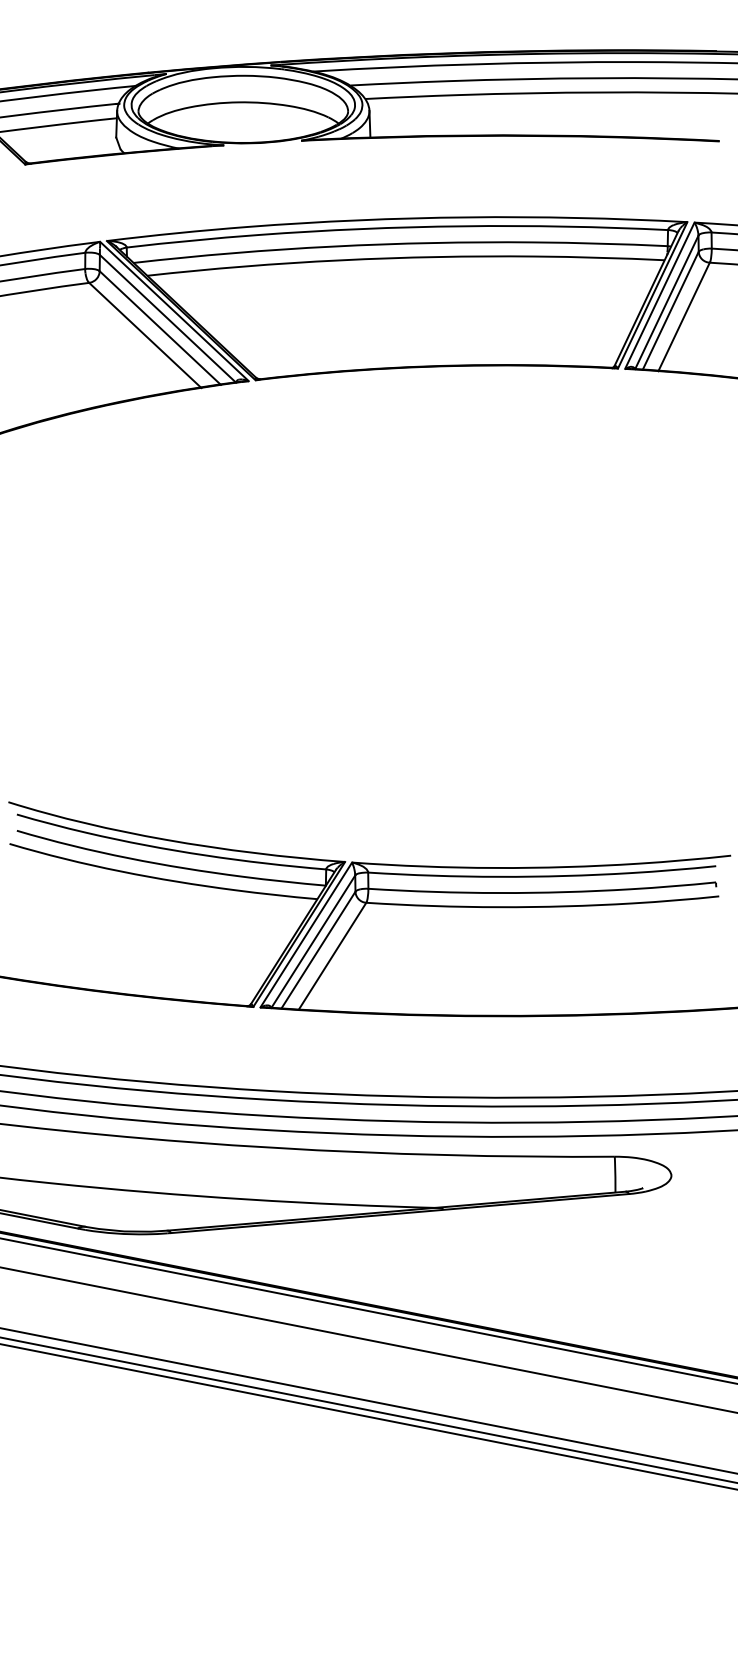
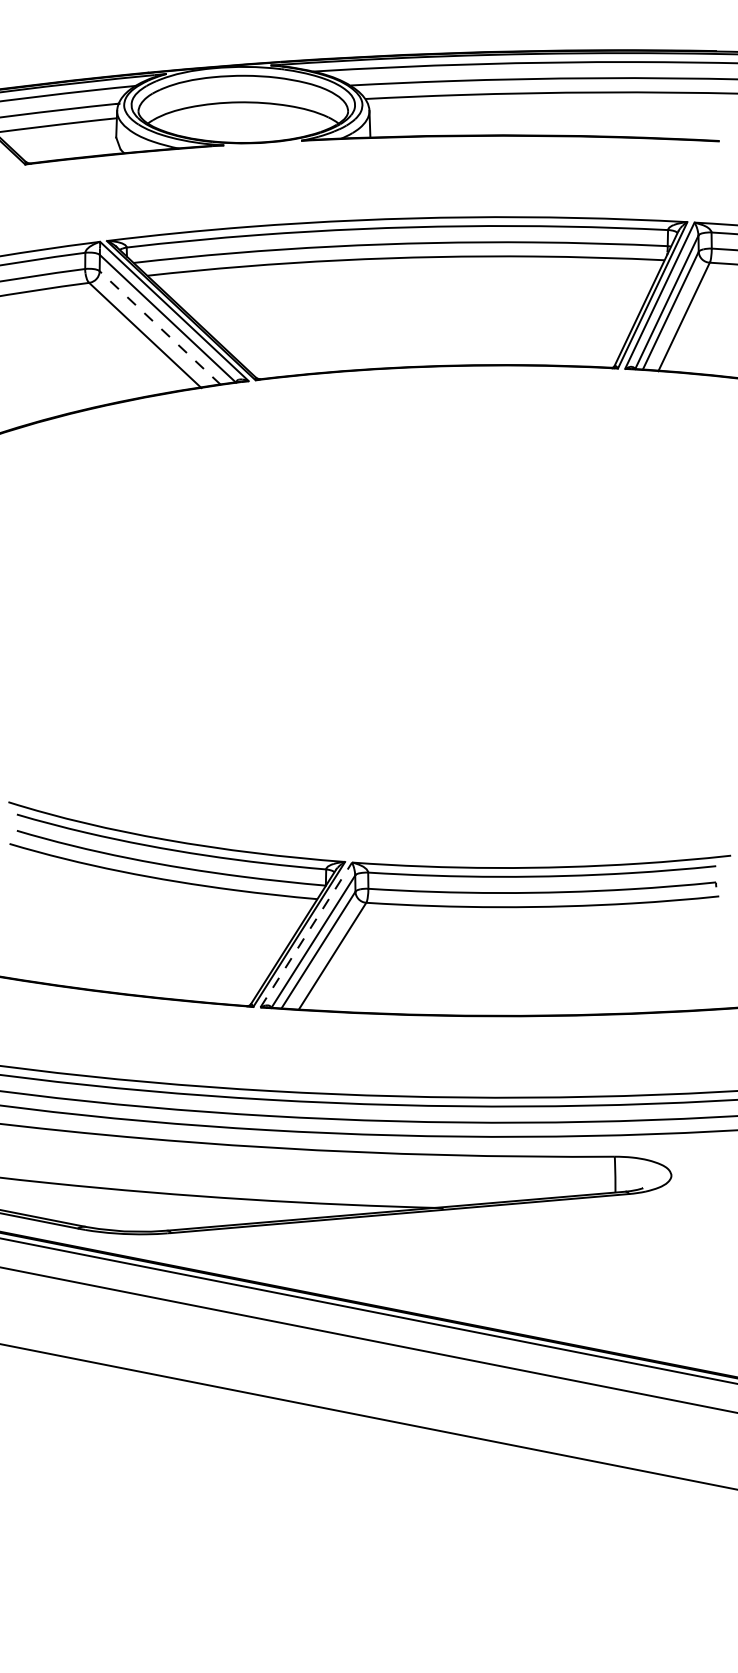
line at (159, 327): solid -> dashed
line at (306, 935): solid -> dashed
line at (368, 1400): present -> none
line at (368, 1409): present -> none
